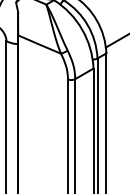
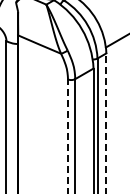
line at (106, 123): solid -> dashed
line at (68, 136): solid -> dashed
